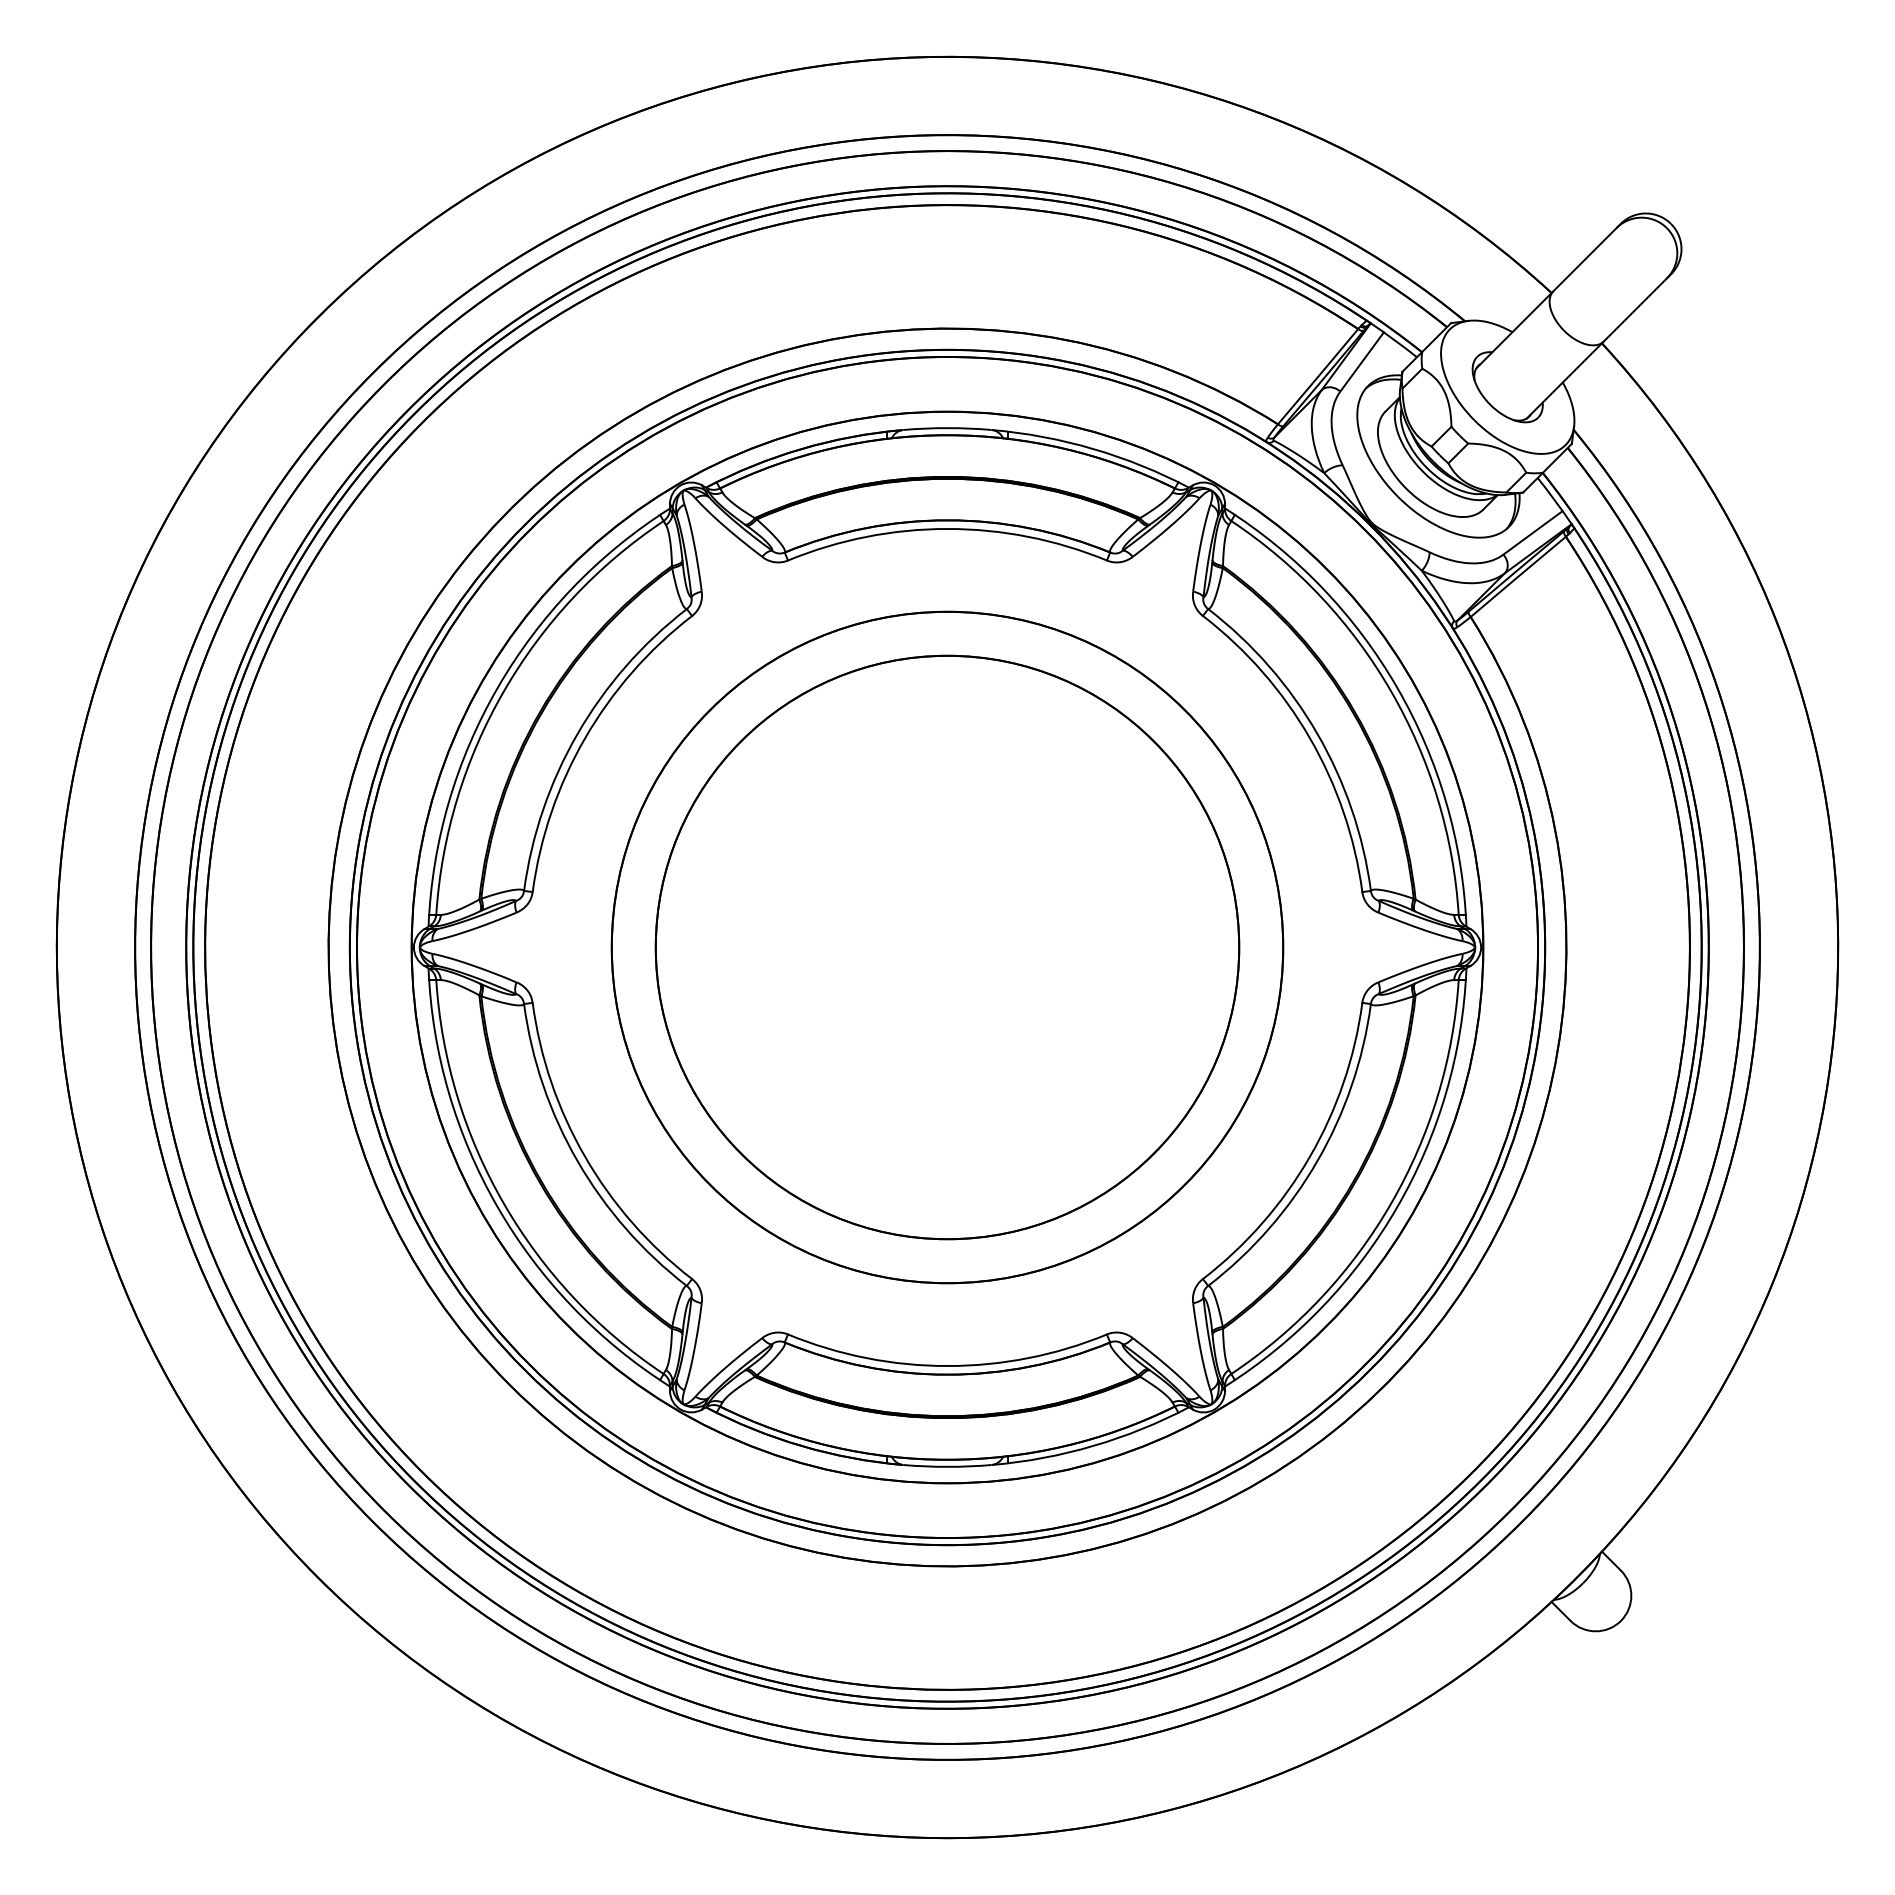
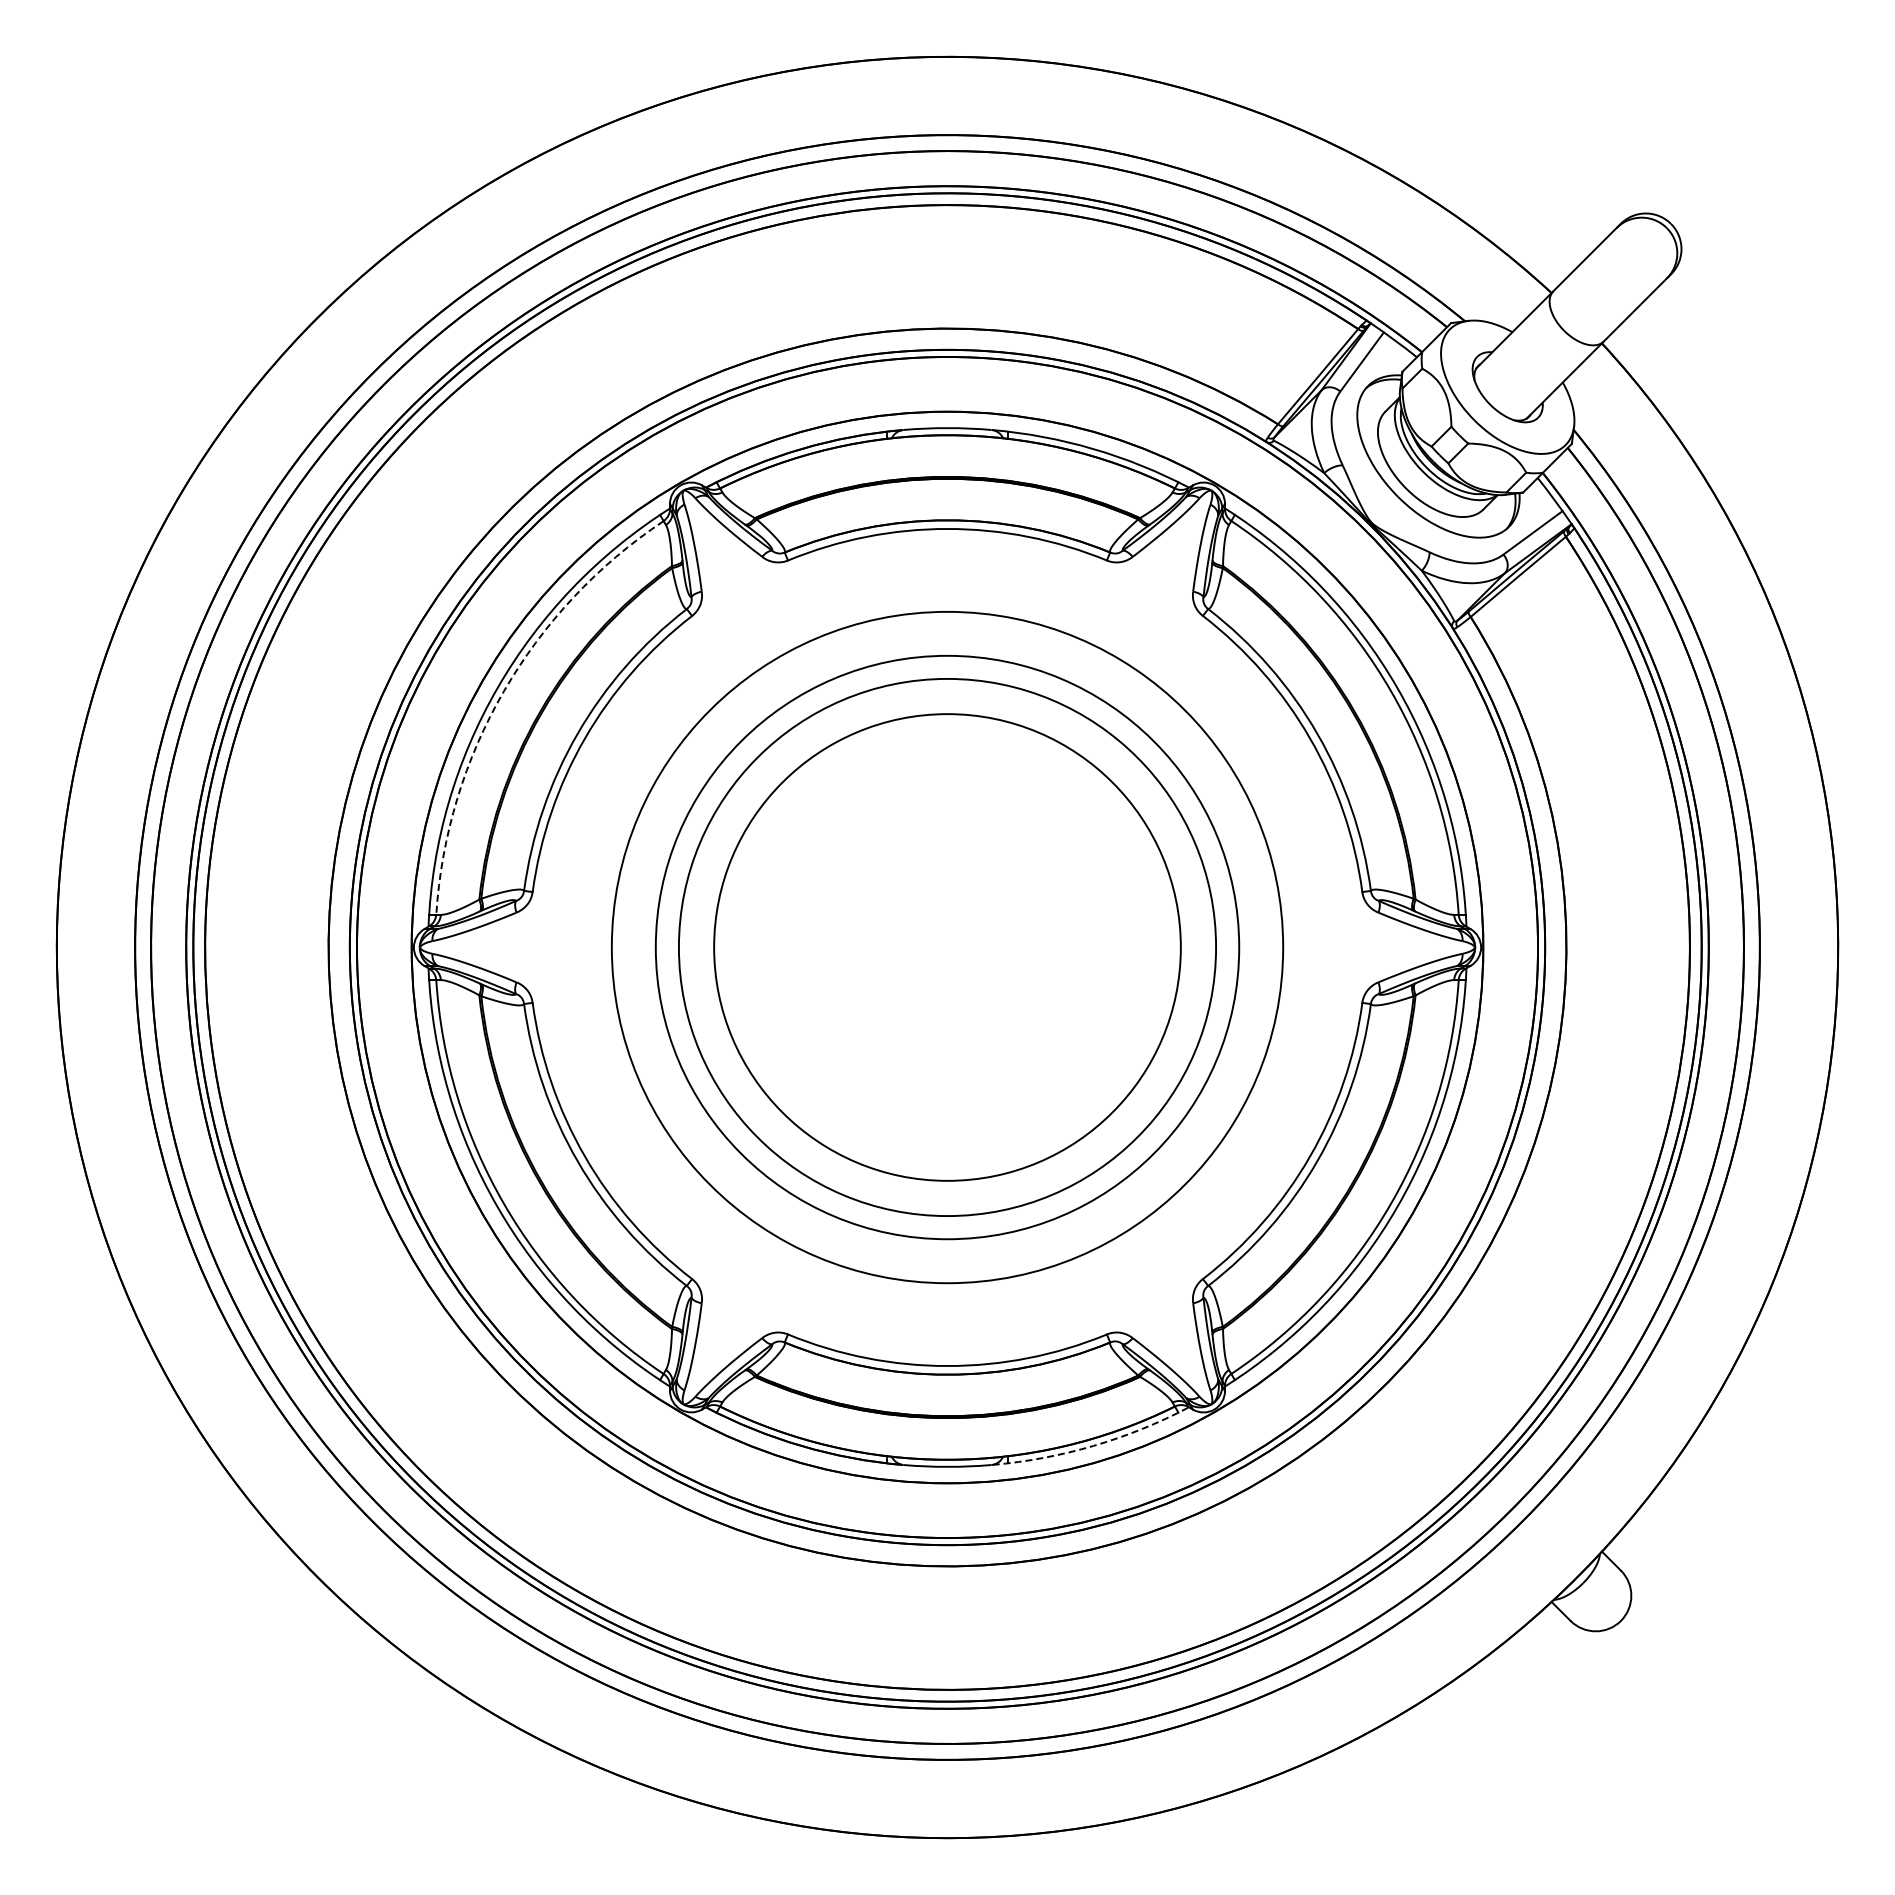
arc at (503, 691): solid -> dashed
circle at (947, 947) diameter: 583 px -> 467 px
circle at (947, 947) diameter: 671 px -> 537 px
arc at (1093, 1445): solid -> dashed
